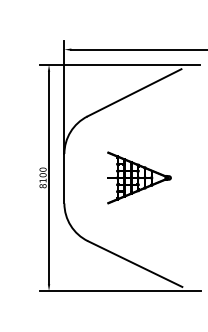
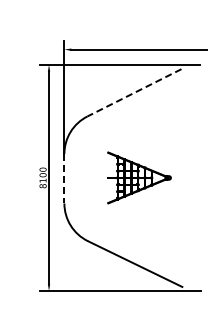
line at (134, 92): solid -> dashed
line at (64, 178): solid -> dashed
